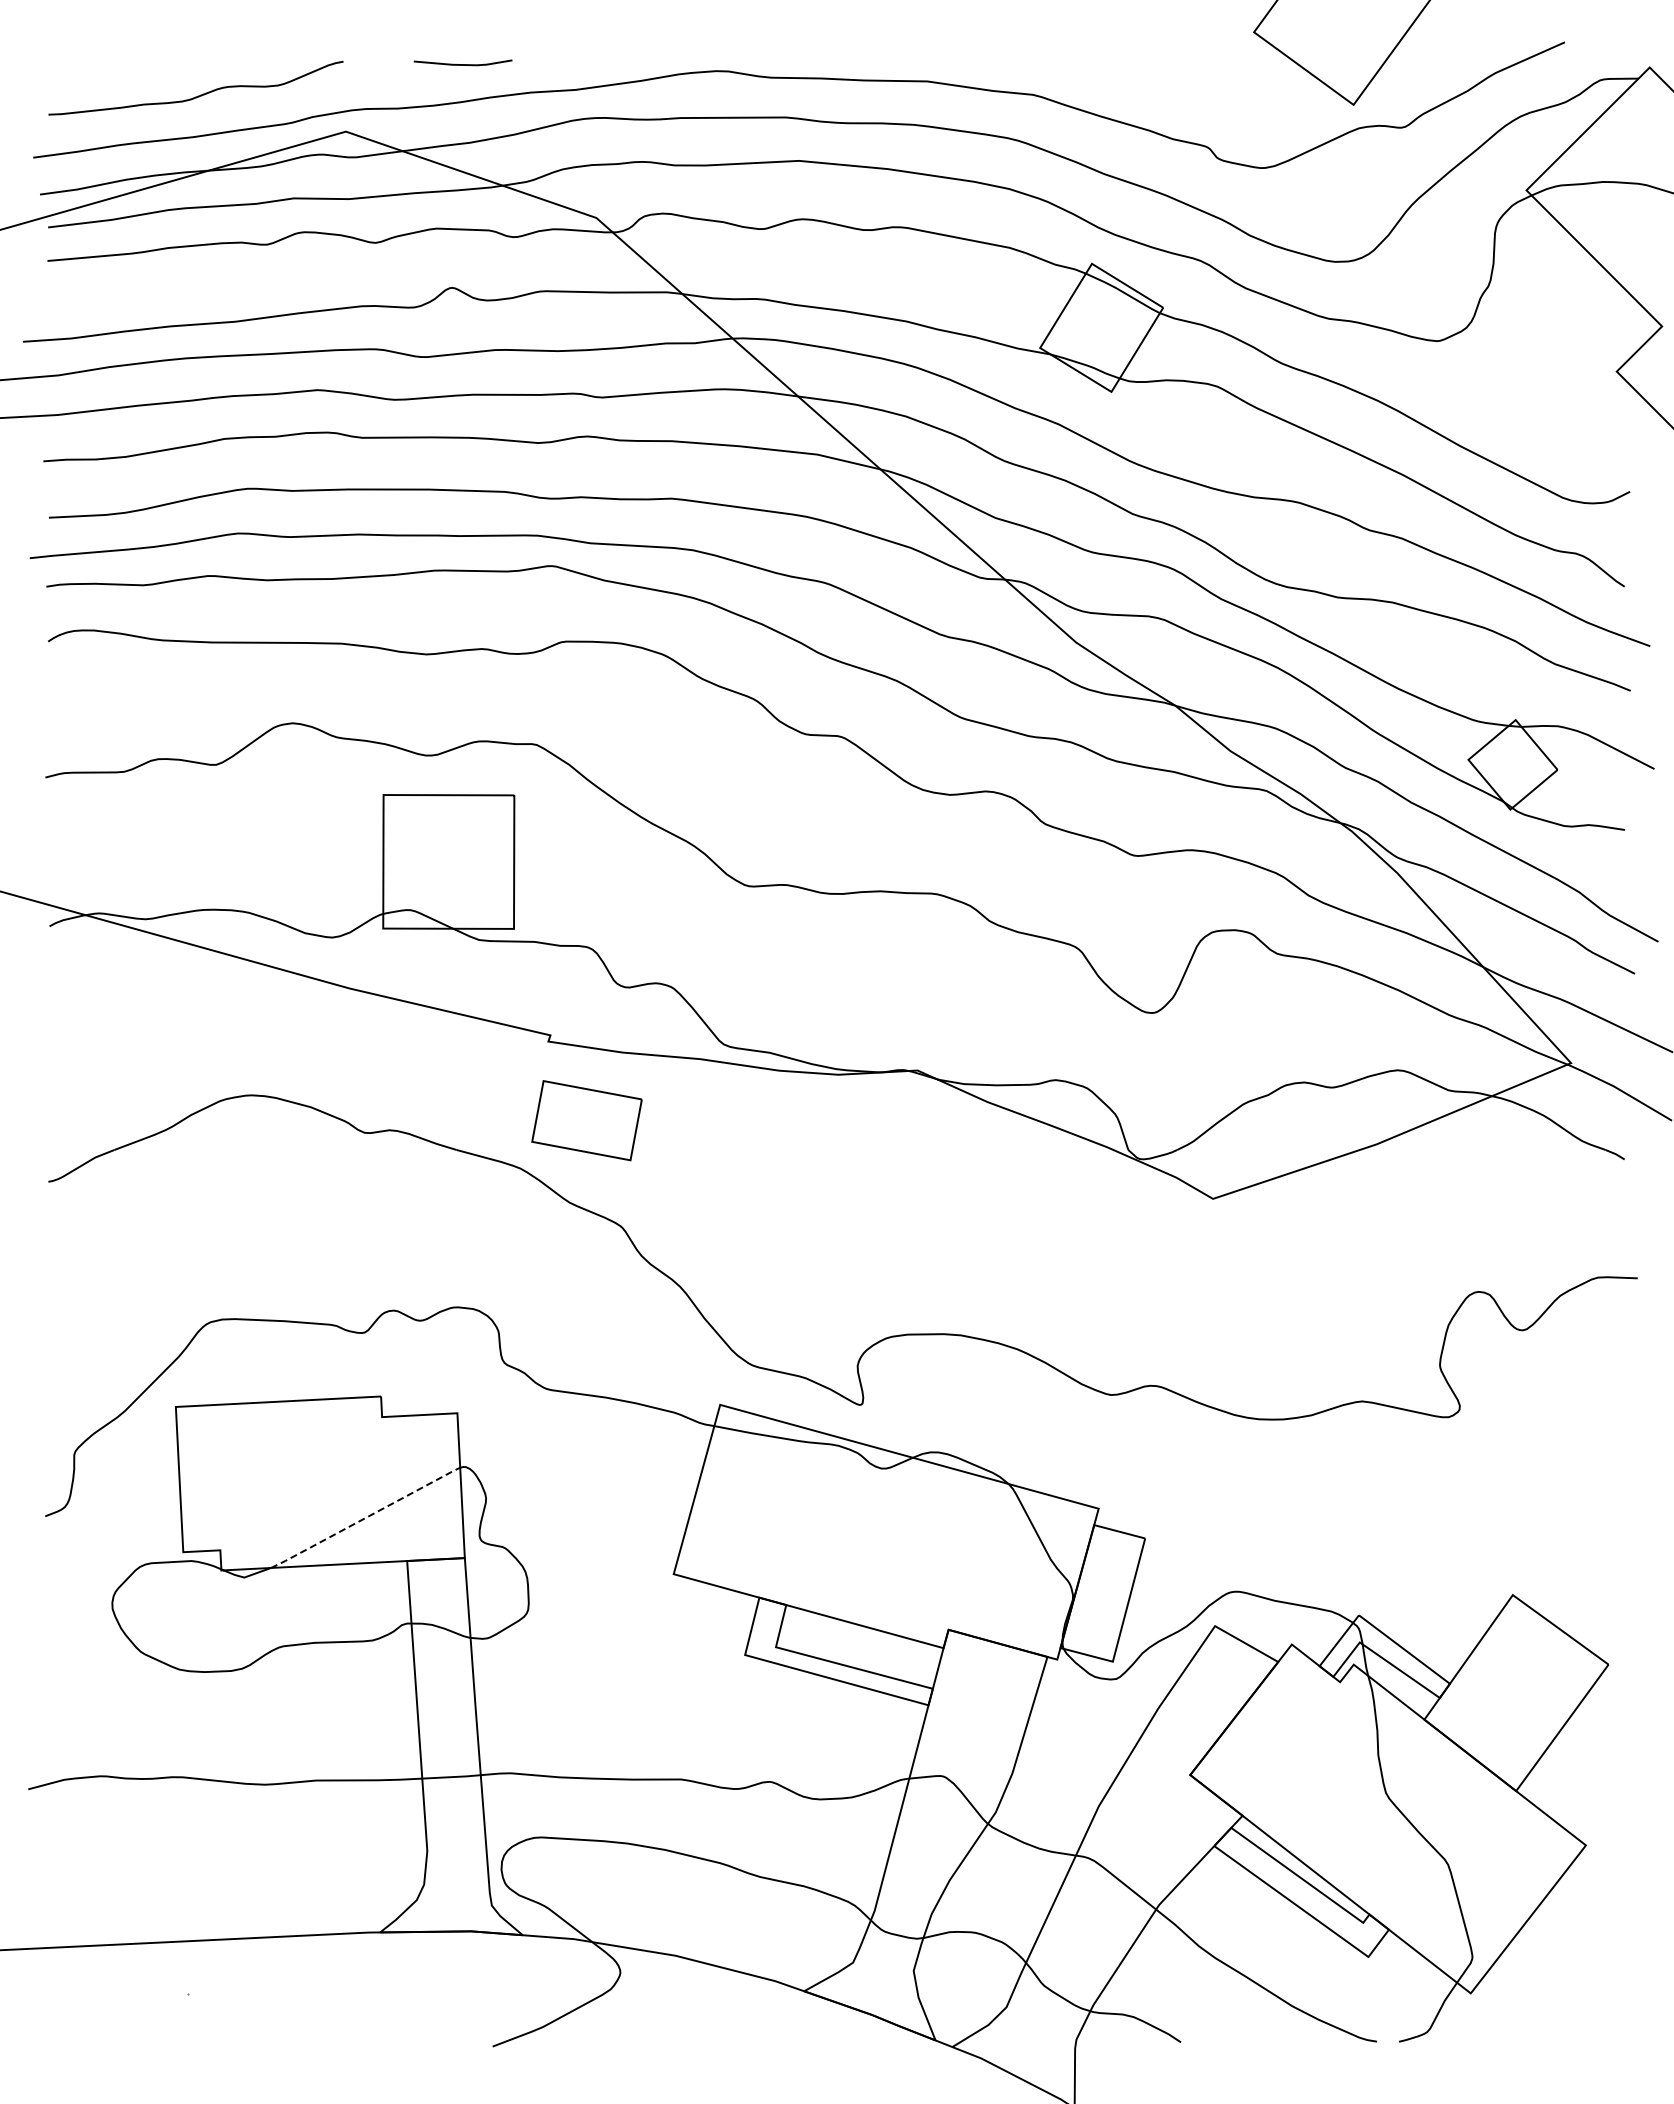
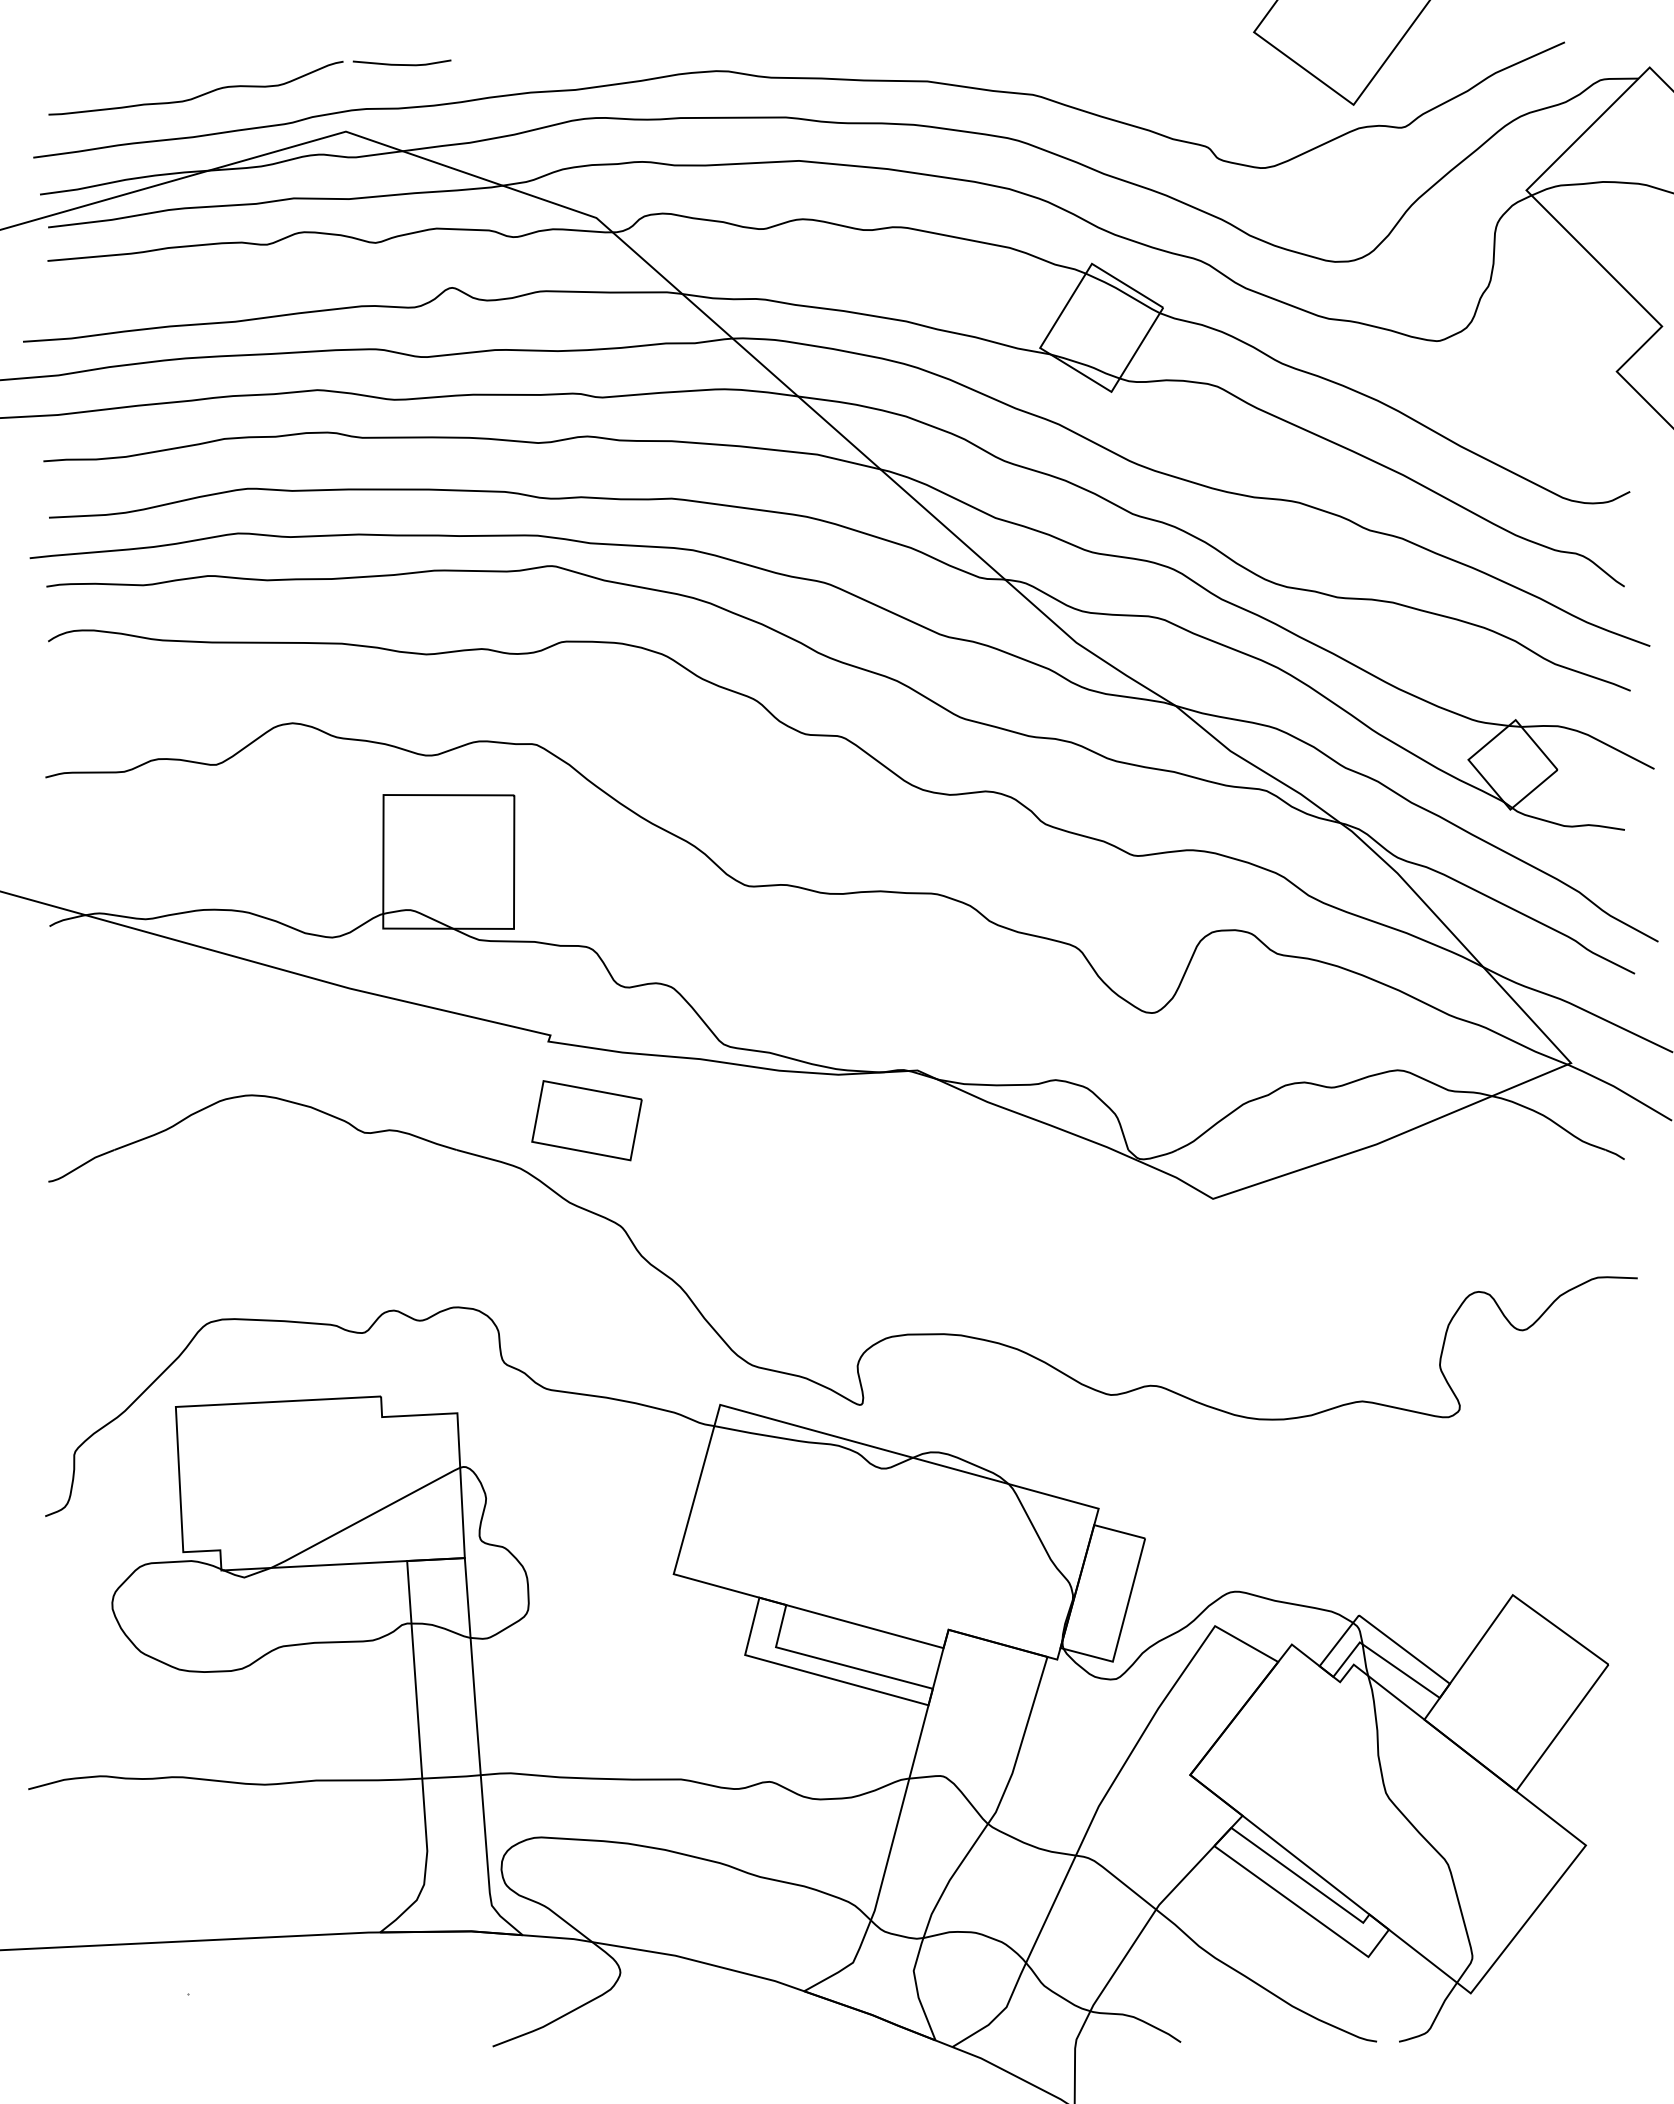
line at (462, 64) position: (462, 64) -> (401, 64)
line at (366, 1517): dashed -> solid
